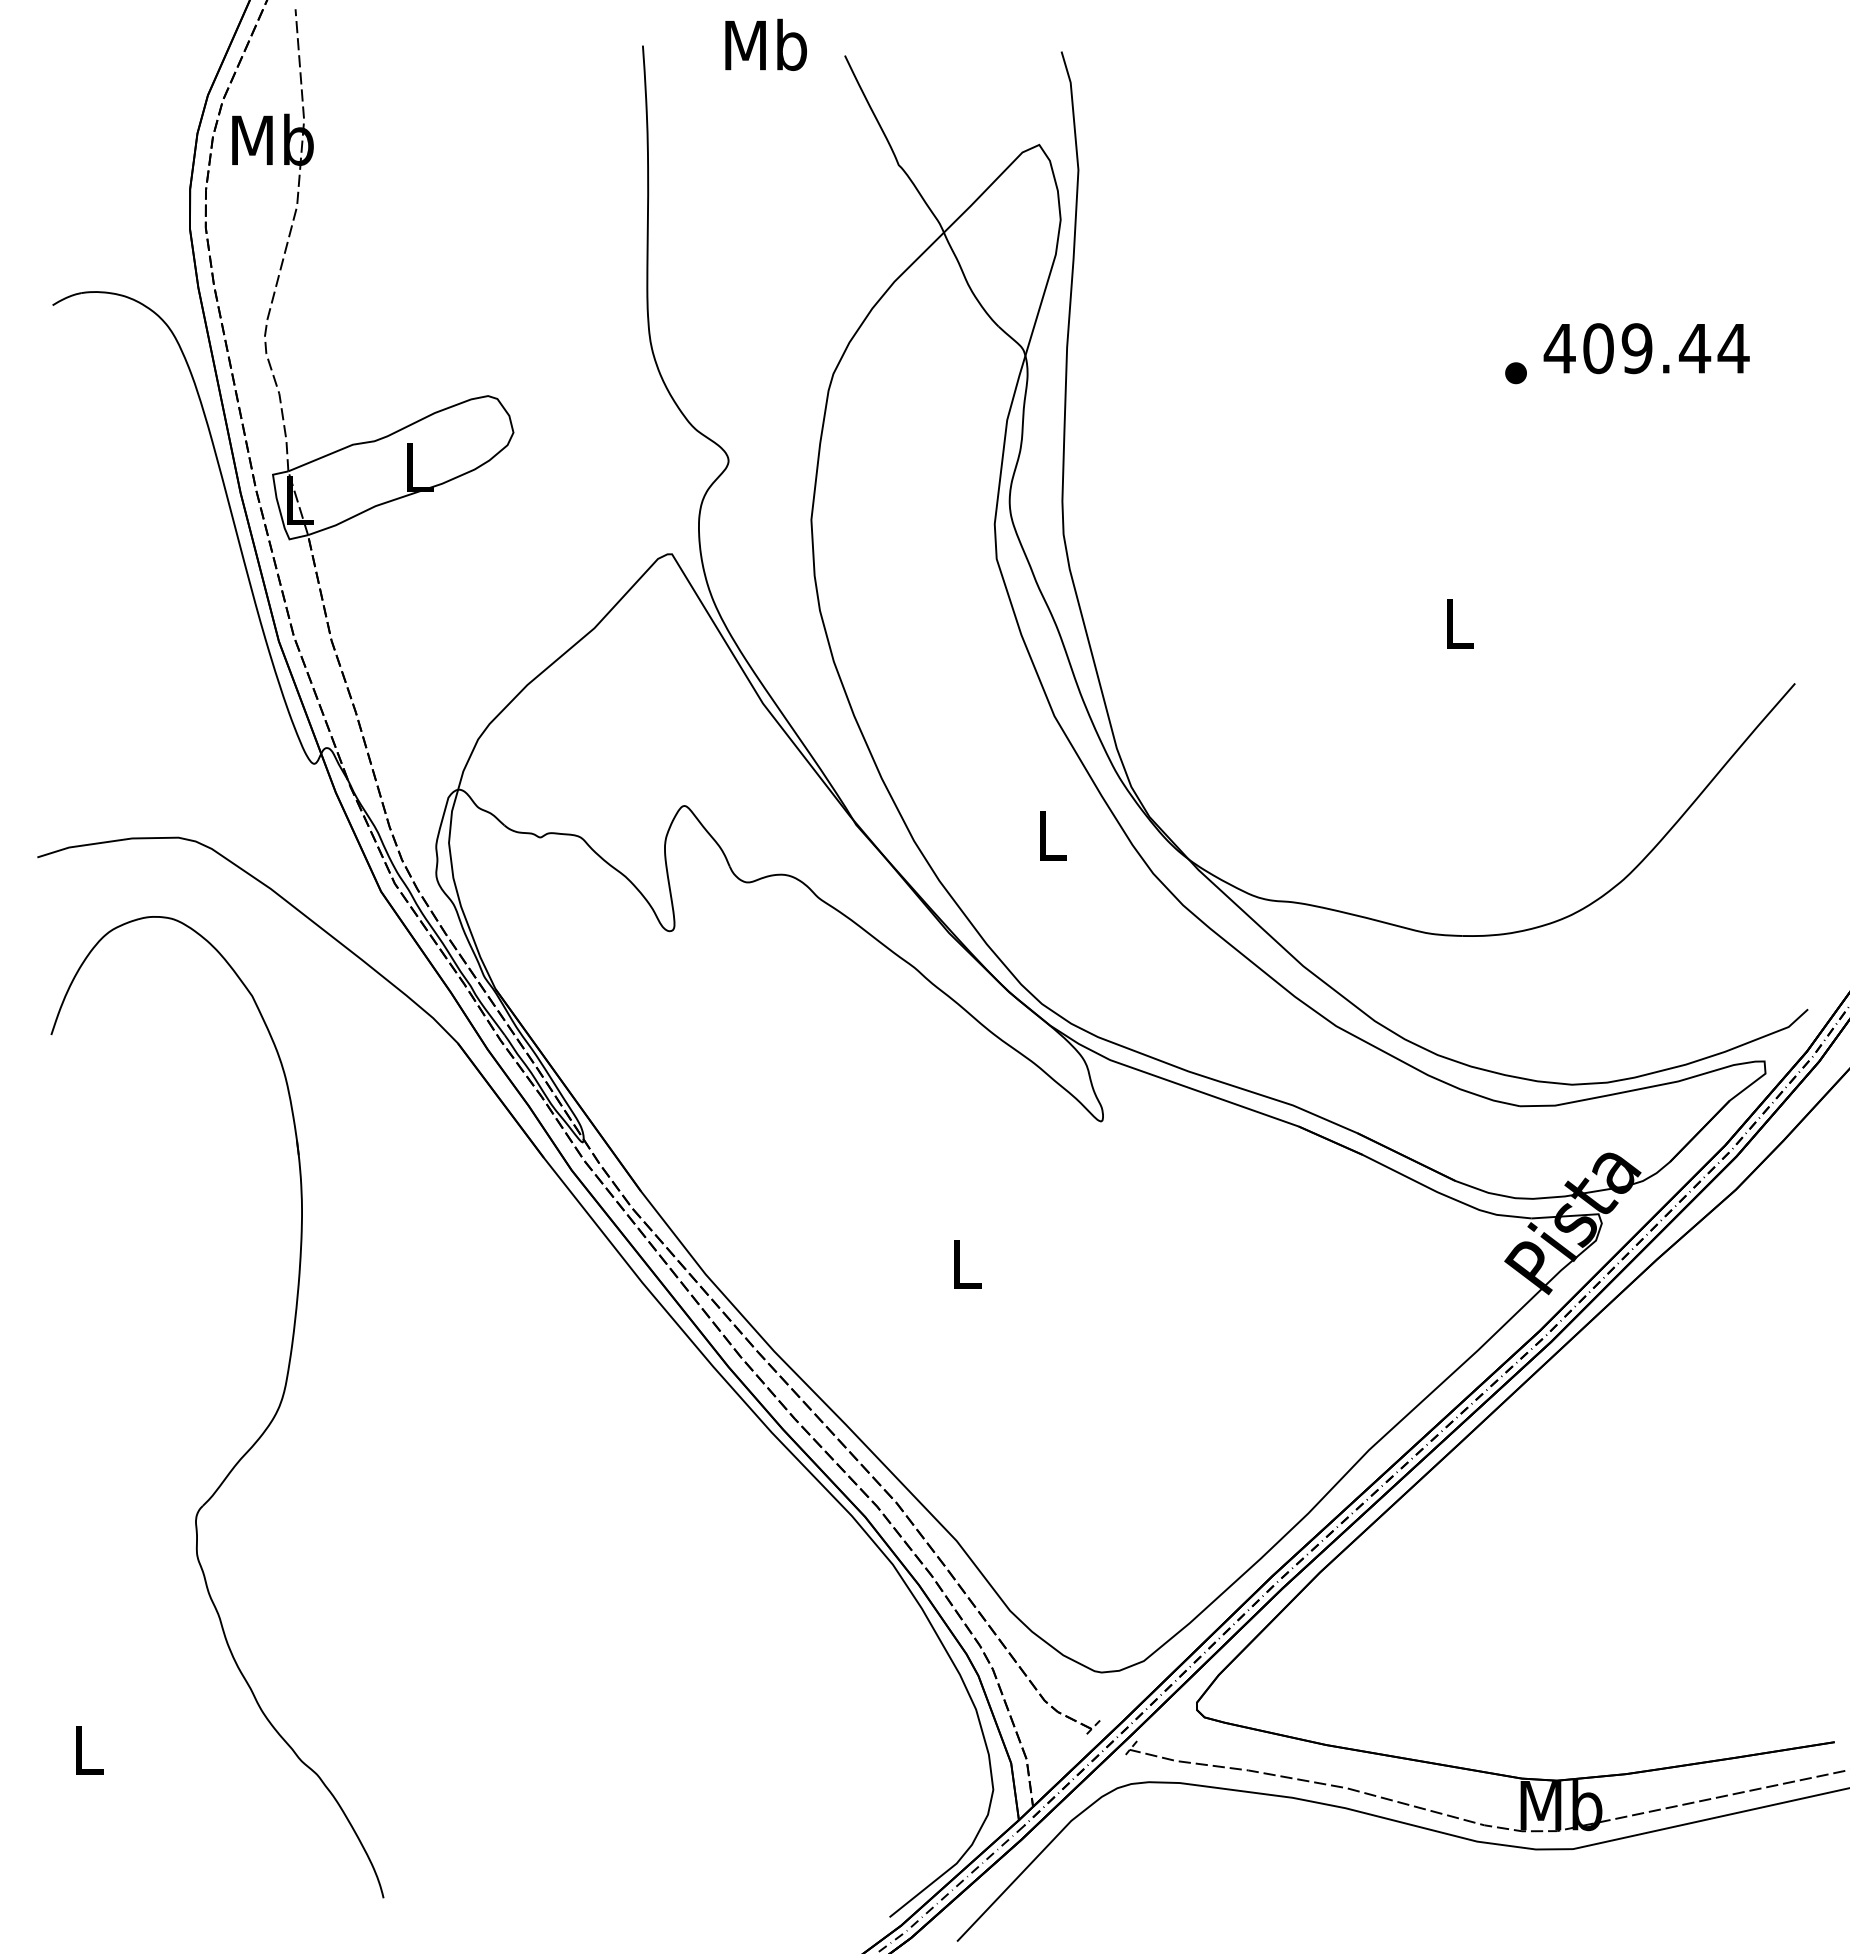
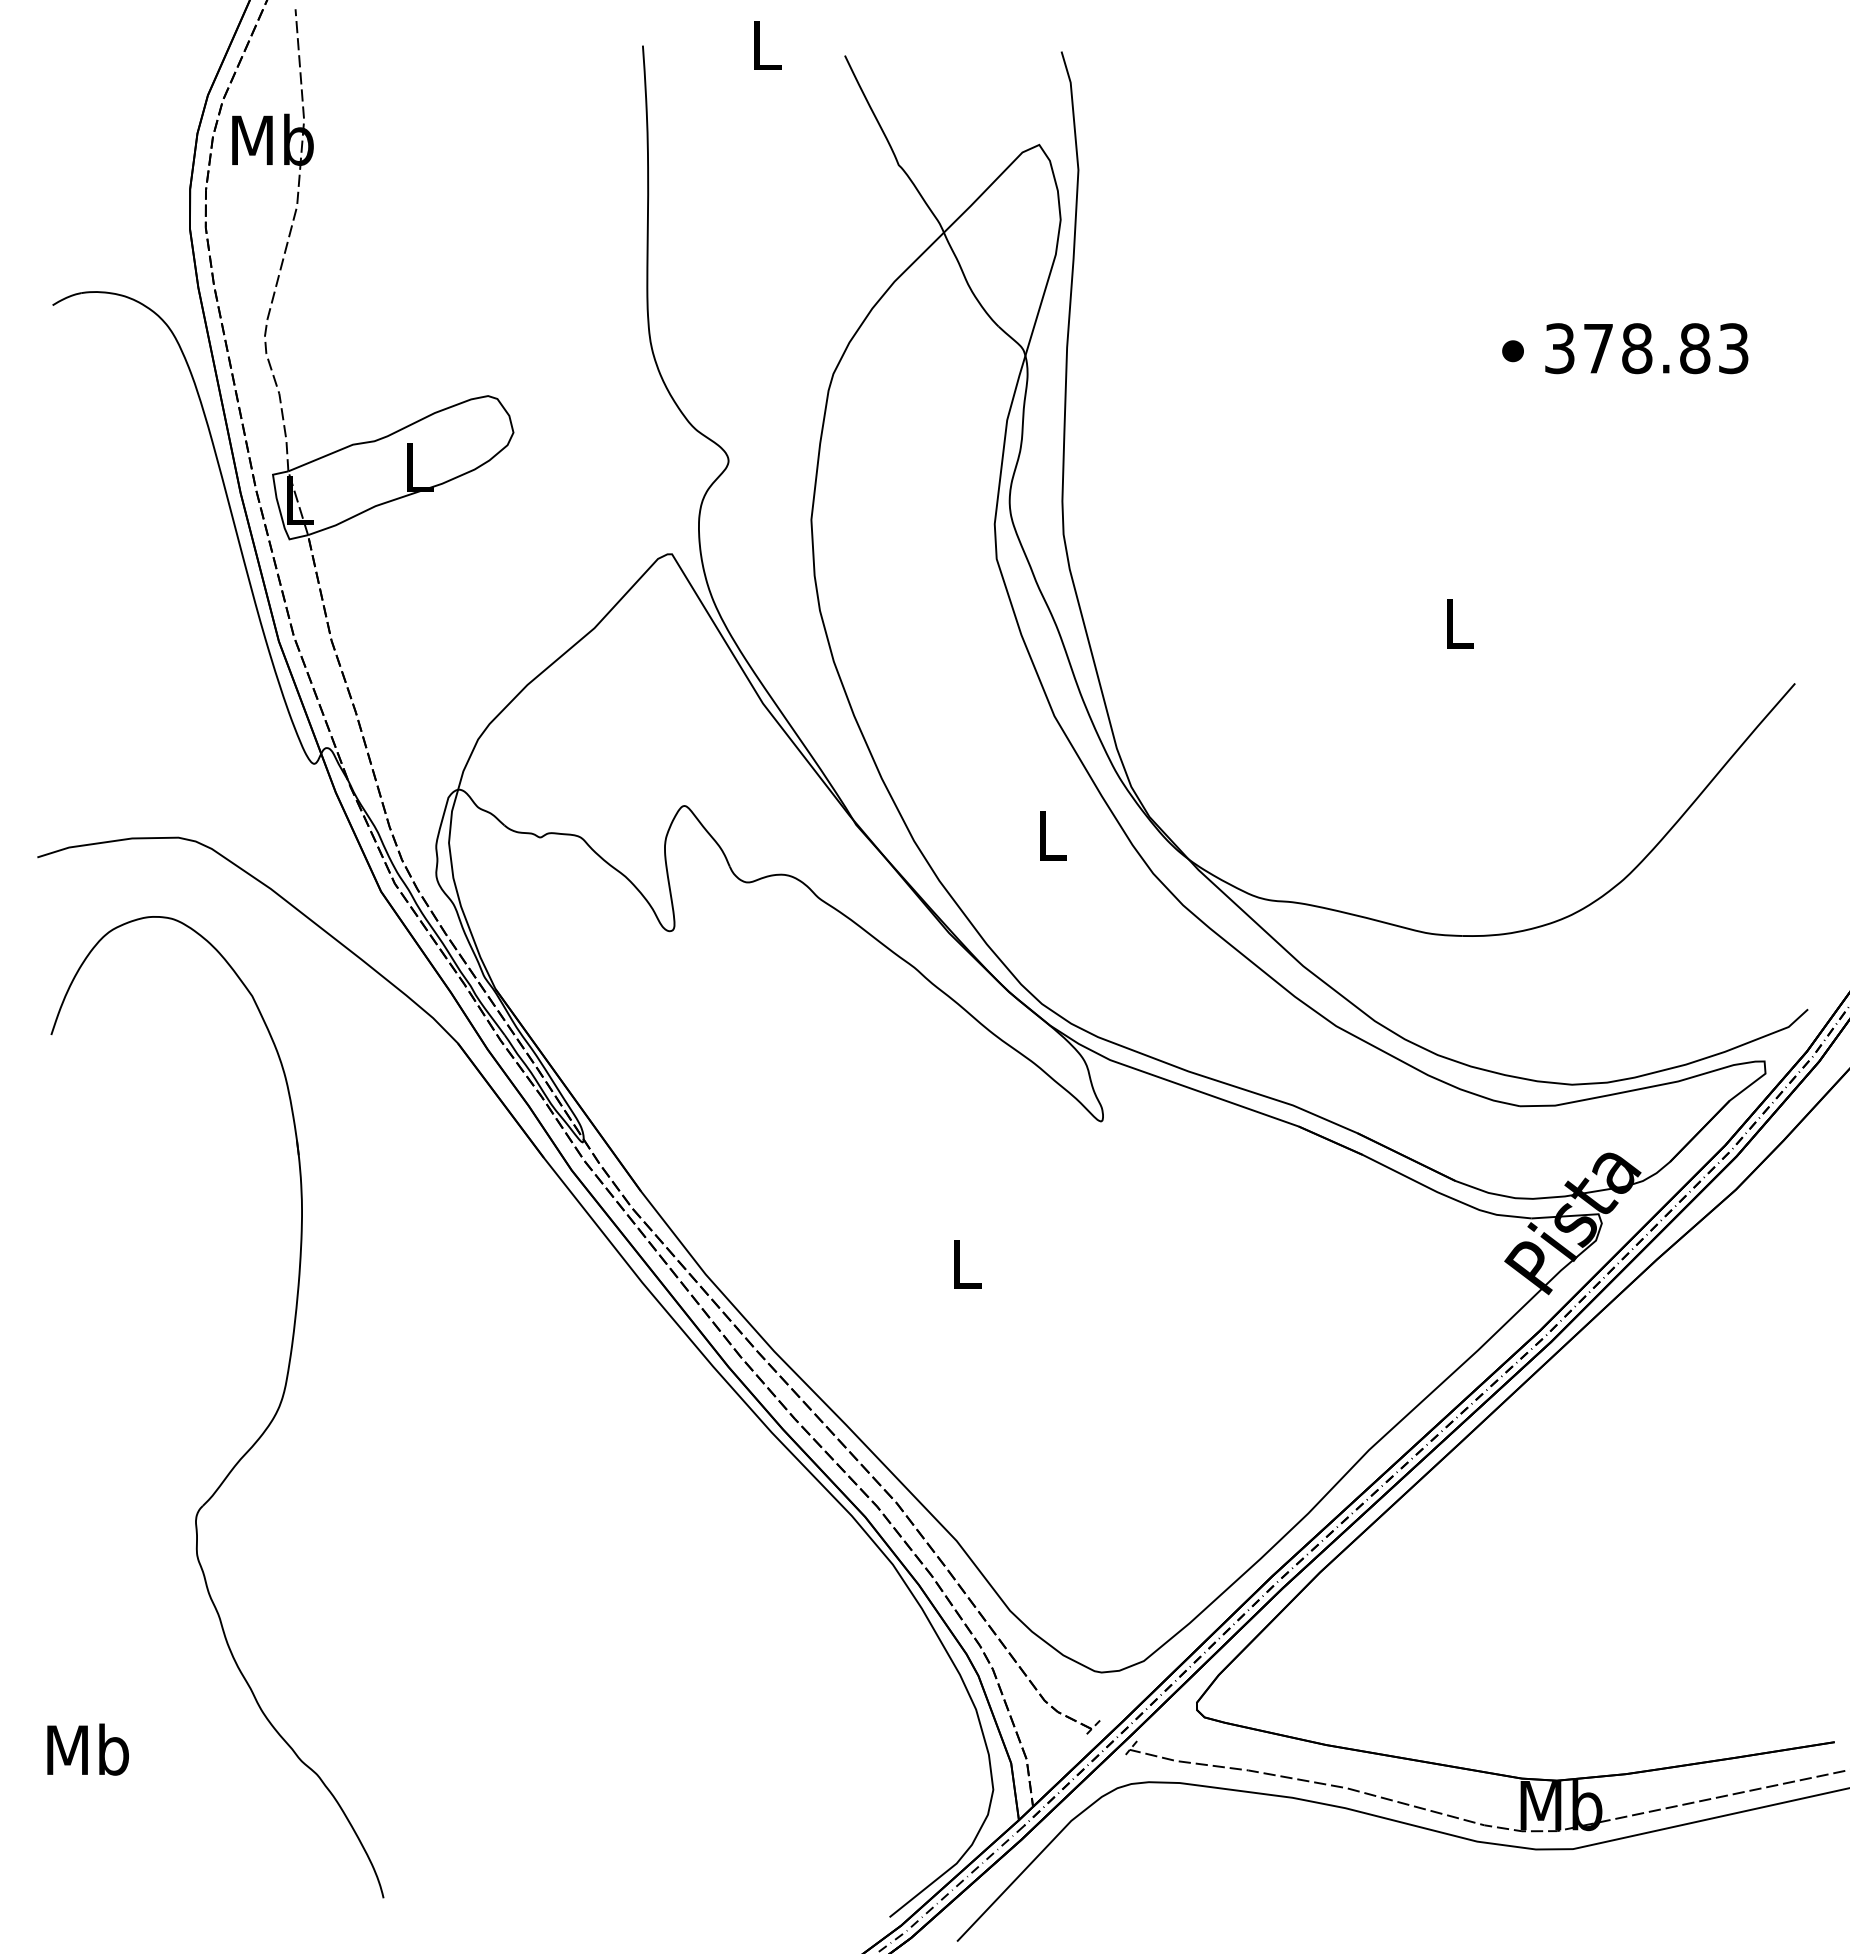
text at (765, 44): Mb -> L
text at (1646, 348): 409.44 -> 378.83
part at (1515, 373) position: (1515, 373) -> (1512, 351)
text at (87, 1749): L -> Mb
